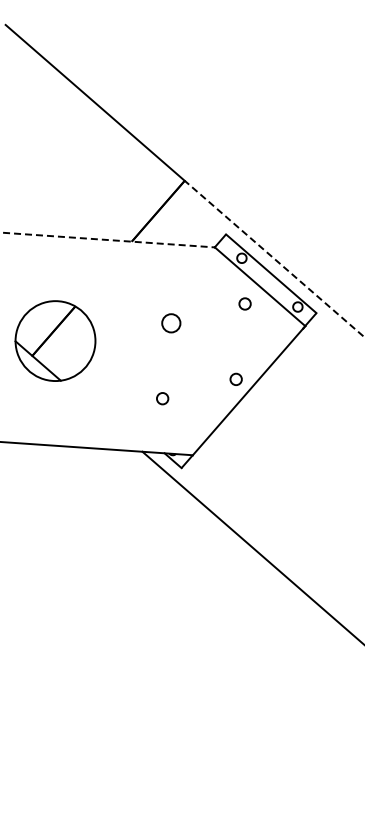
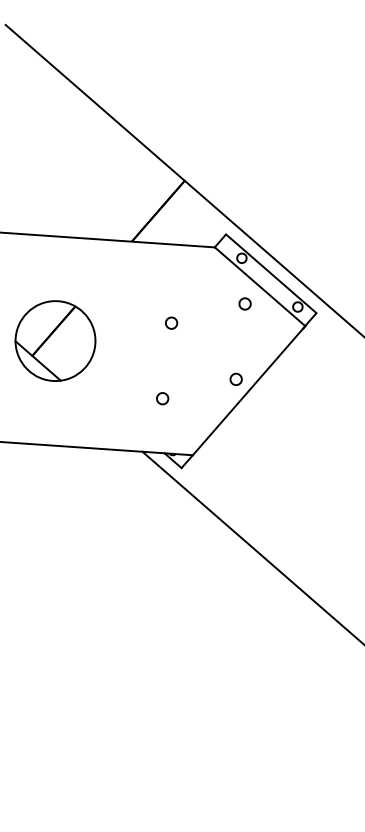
line at (108, 240): dashed -> solid
line at (274, 258): dashed -> solid
circle at (171, 323) size: 21x21 px -> 14x14 px
